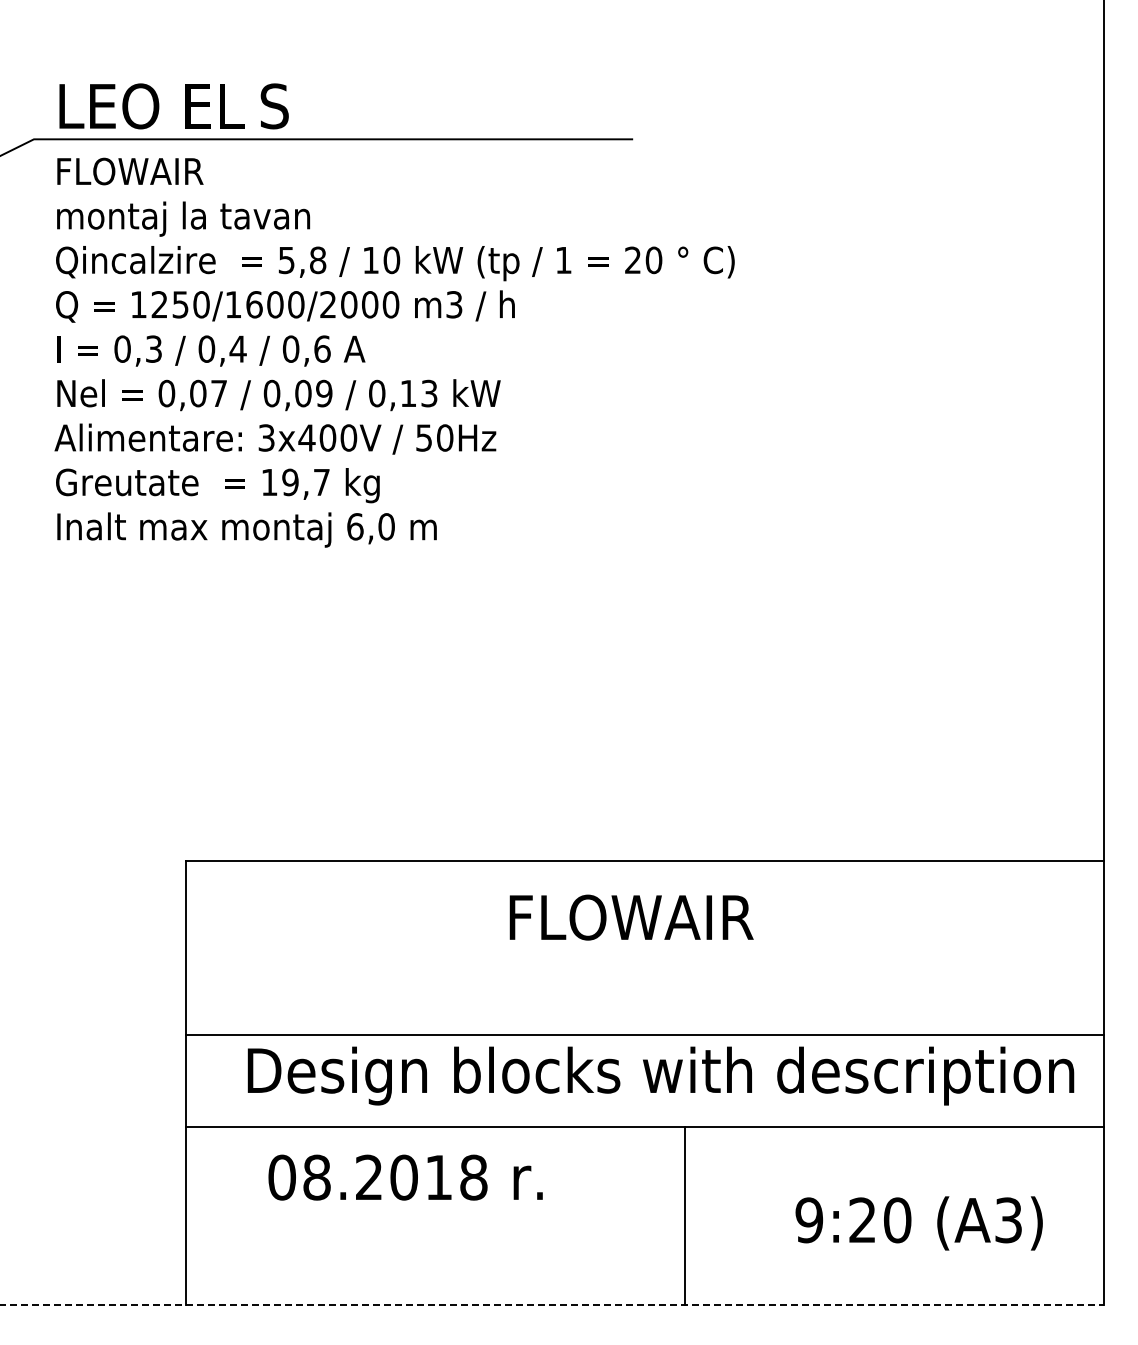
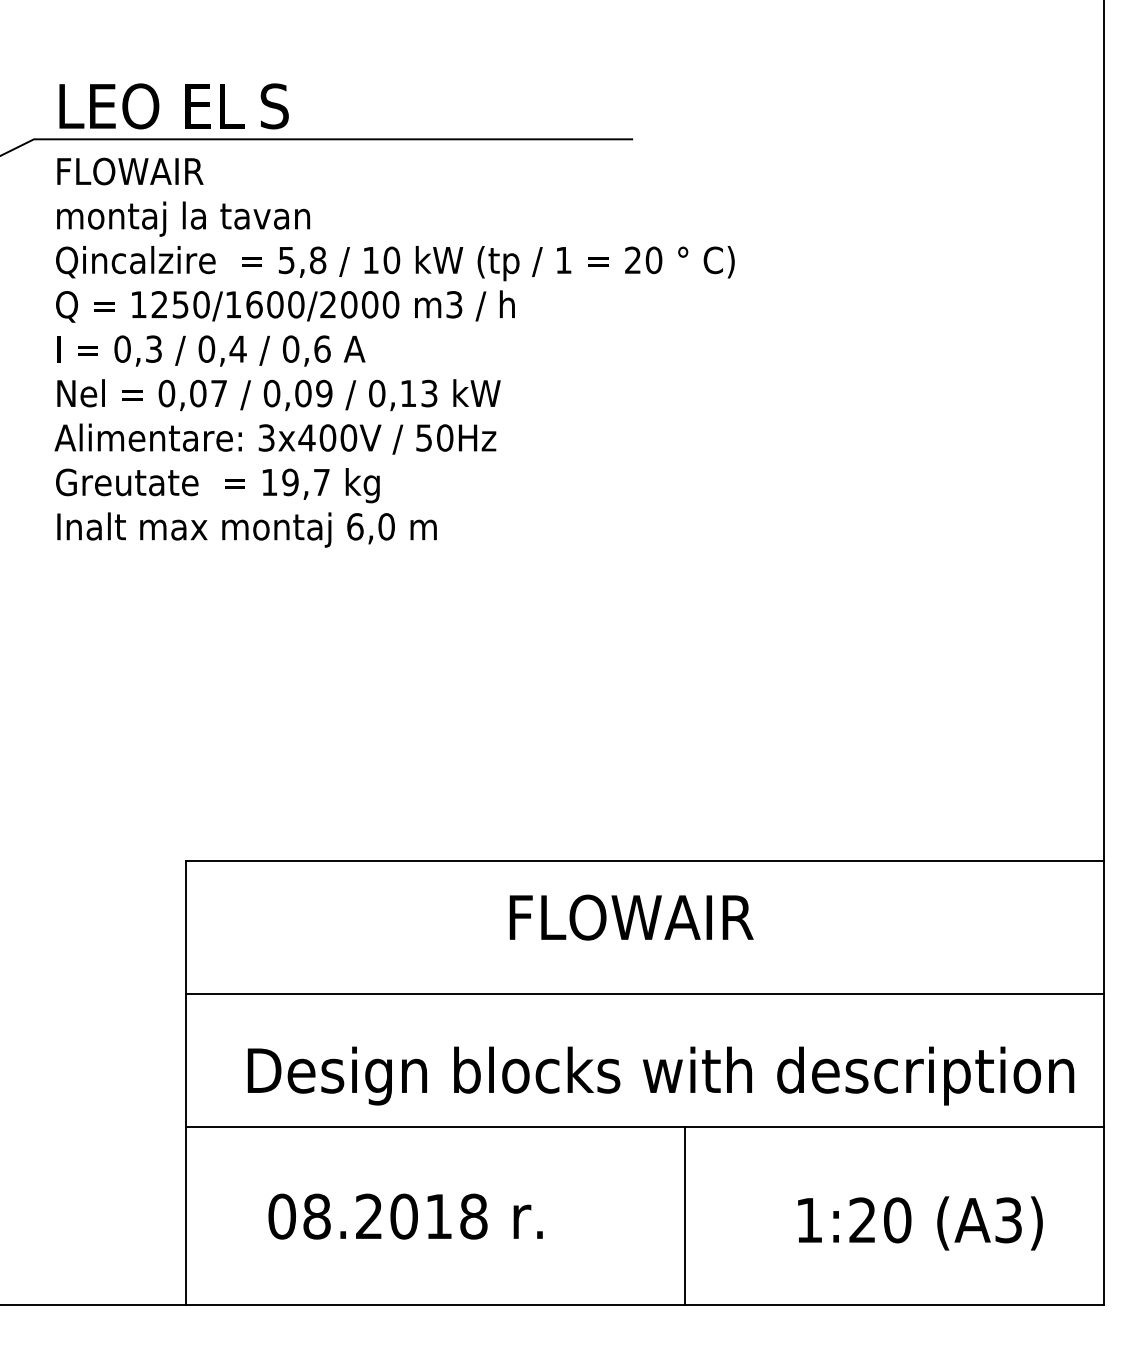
line at (644, 1034) position: (644, 1034) -> (644, 993)
text at (405, 1177) position: (405, 1177) -> (405, 1216)
text at (809, 1220): 9:20 -> 1:20
line at (551, 1304): dashed -> solid
